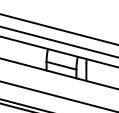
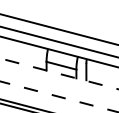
line at (58, 73): solid -> dashed
line at (59, 96): solid -> dashed
